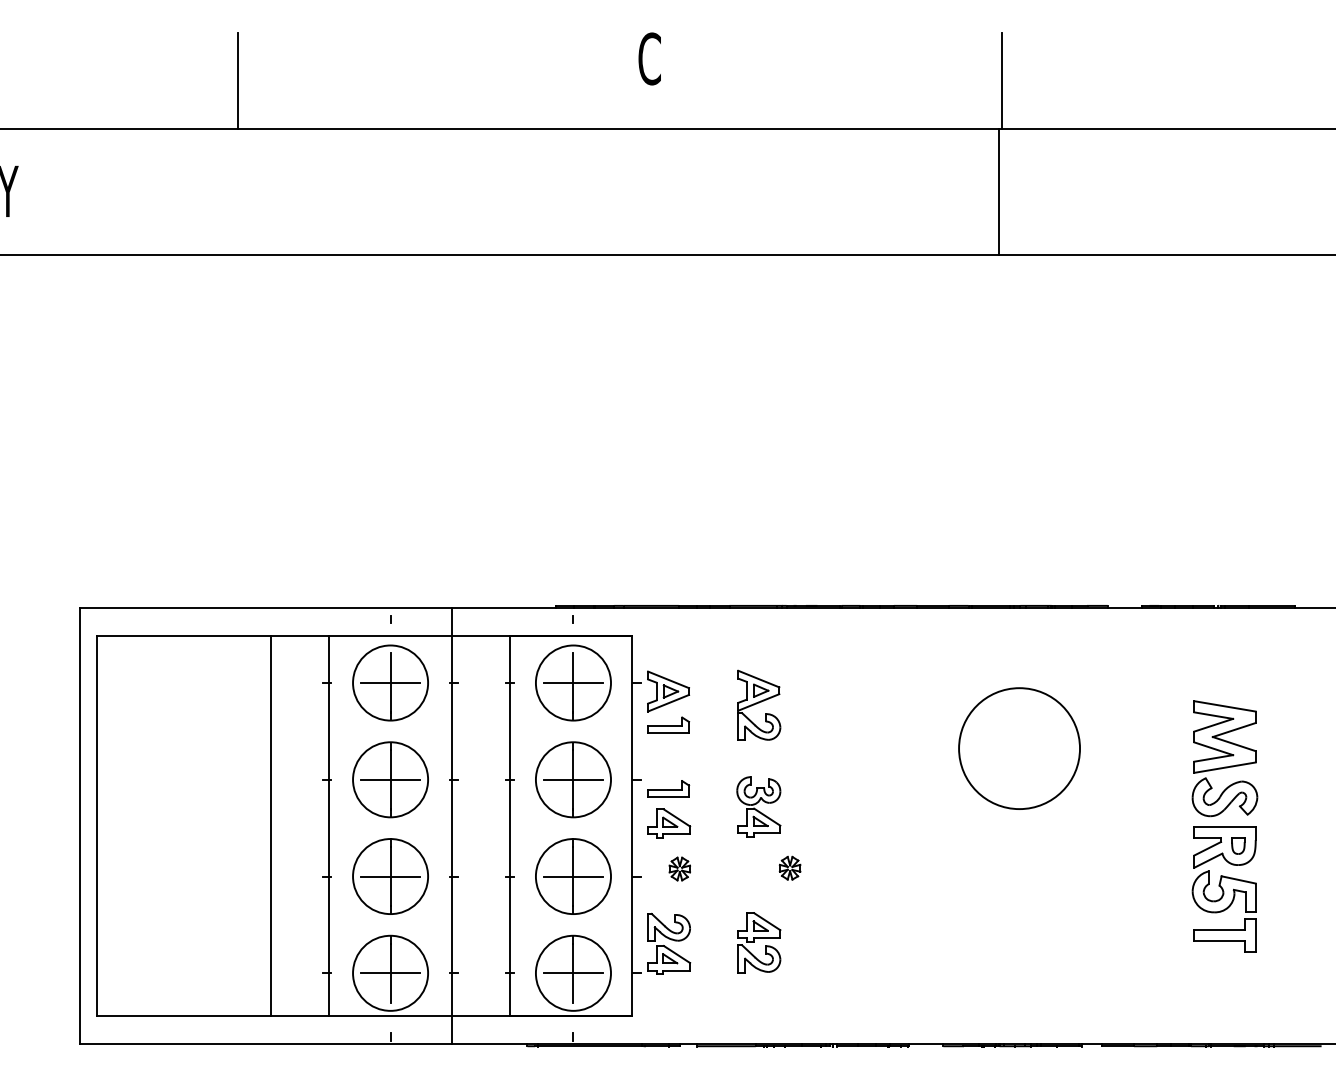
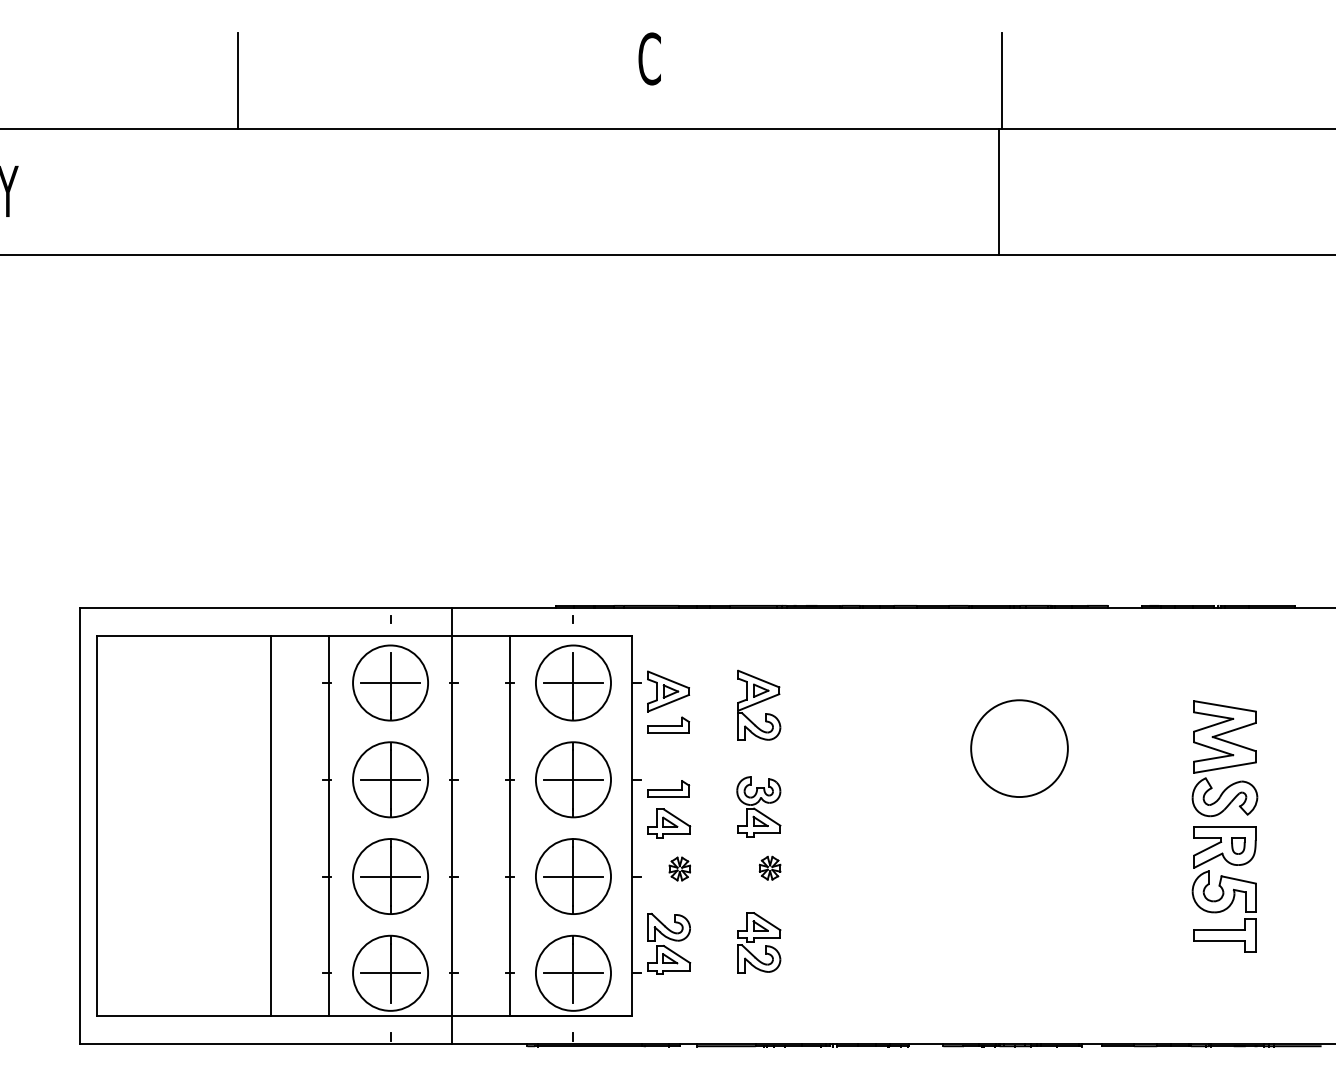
circle at (1019, 748) diameter: 121 px -> 97 px
part at (789, 867) position: (789, 867) -> (769, 867)
